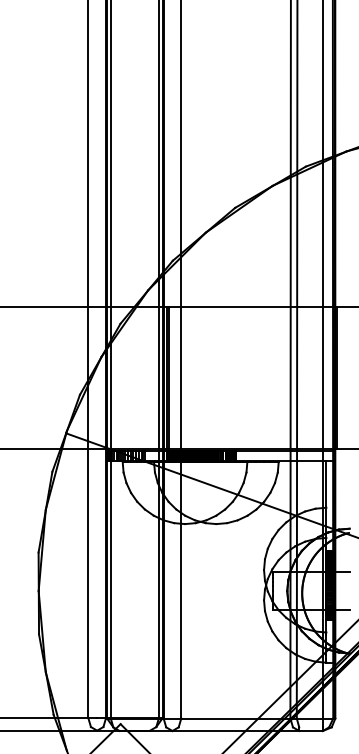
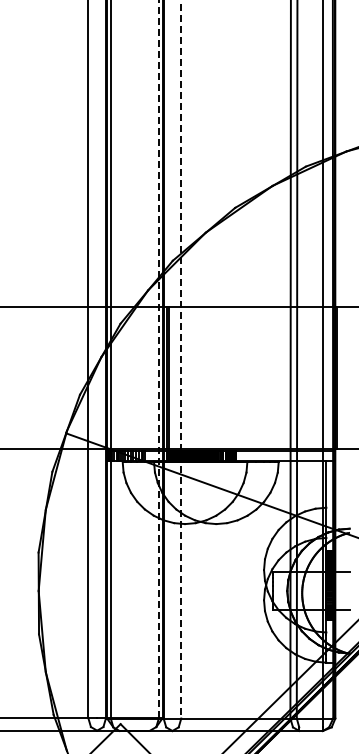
line at (158, 359): solid -> dashed
line at (181, 359): solid -> dashed
